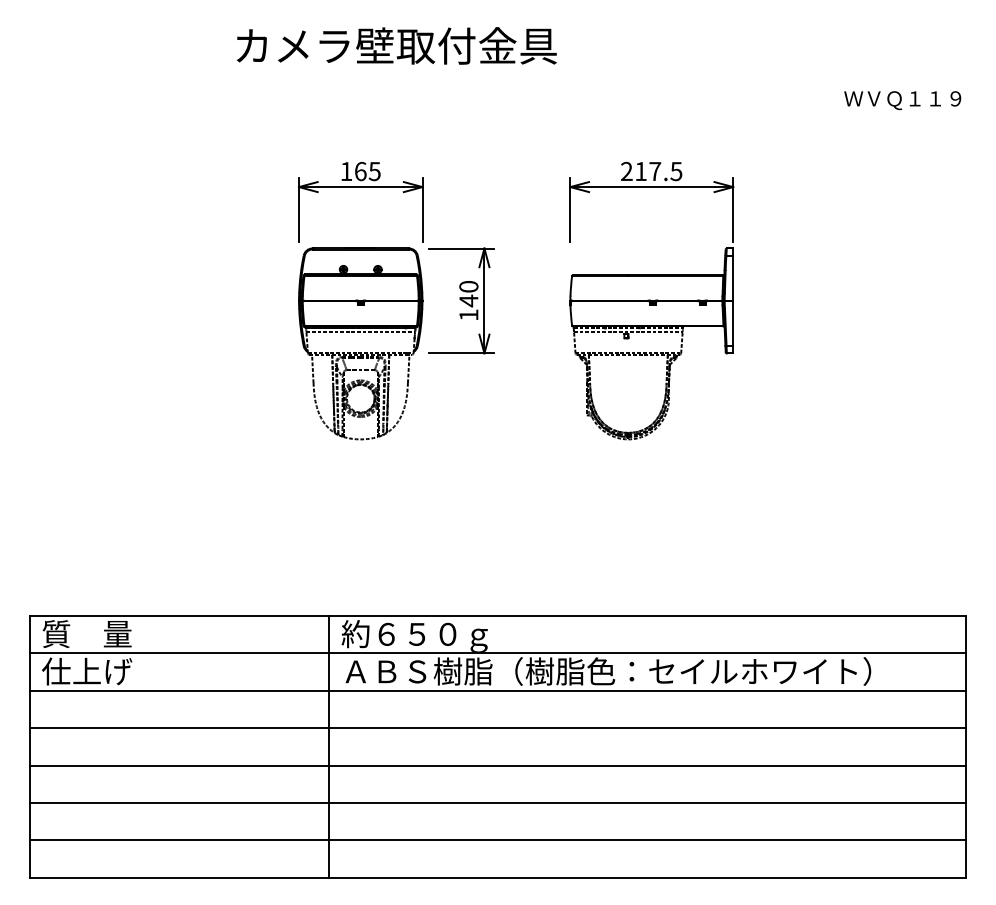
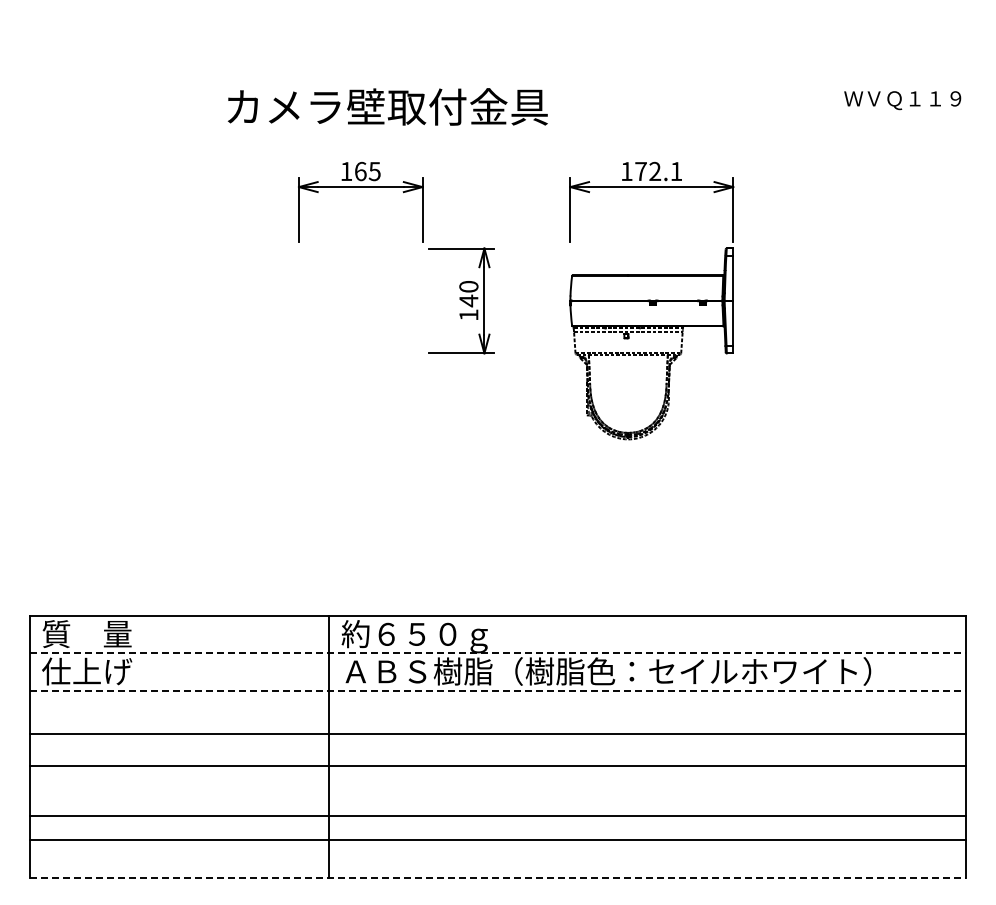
text at (396, 45) position: (396, 45) -> (387, 106)
text at (651, 171): 217.5 -> 172.1
part at (360, 352): present -> none
line at (498, 653): solid -> dashed
line at (498, 690): solid -> dashed
line at (497, 728) position: (497, 728) -> (497, 734)
line at (497, 802) position: (497, 802) -> (497, 815)
line at (498, 877): solid -> dashed
